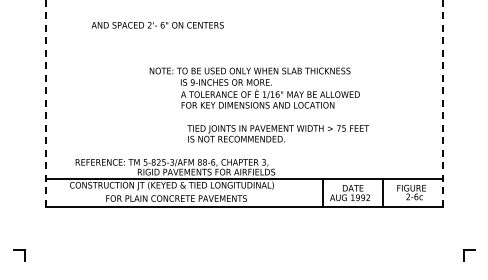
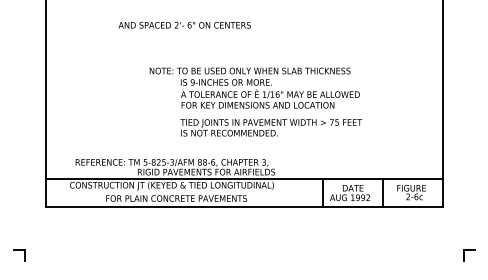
text at (157, 25) position: (157, 25) -> (184, 25)
line at (45, 103): dashed -> solid
line at (443, 103): dashed -> solid
text at (278, 133) position: (278, 133) -> (271, 127)
